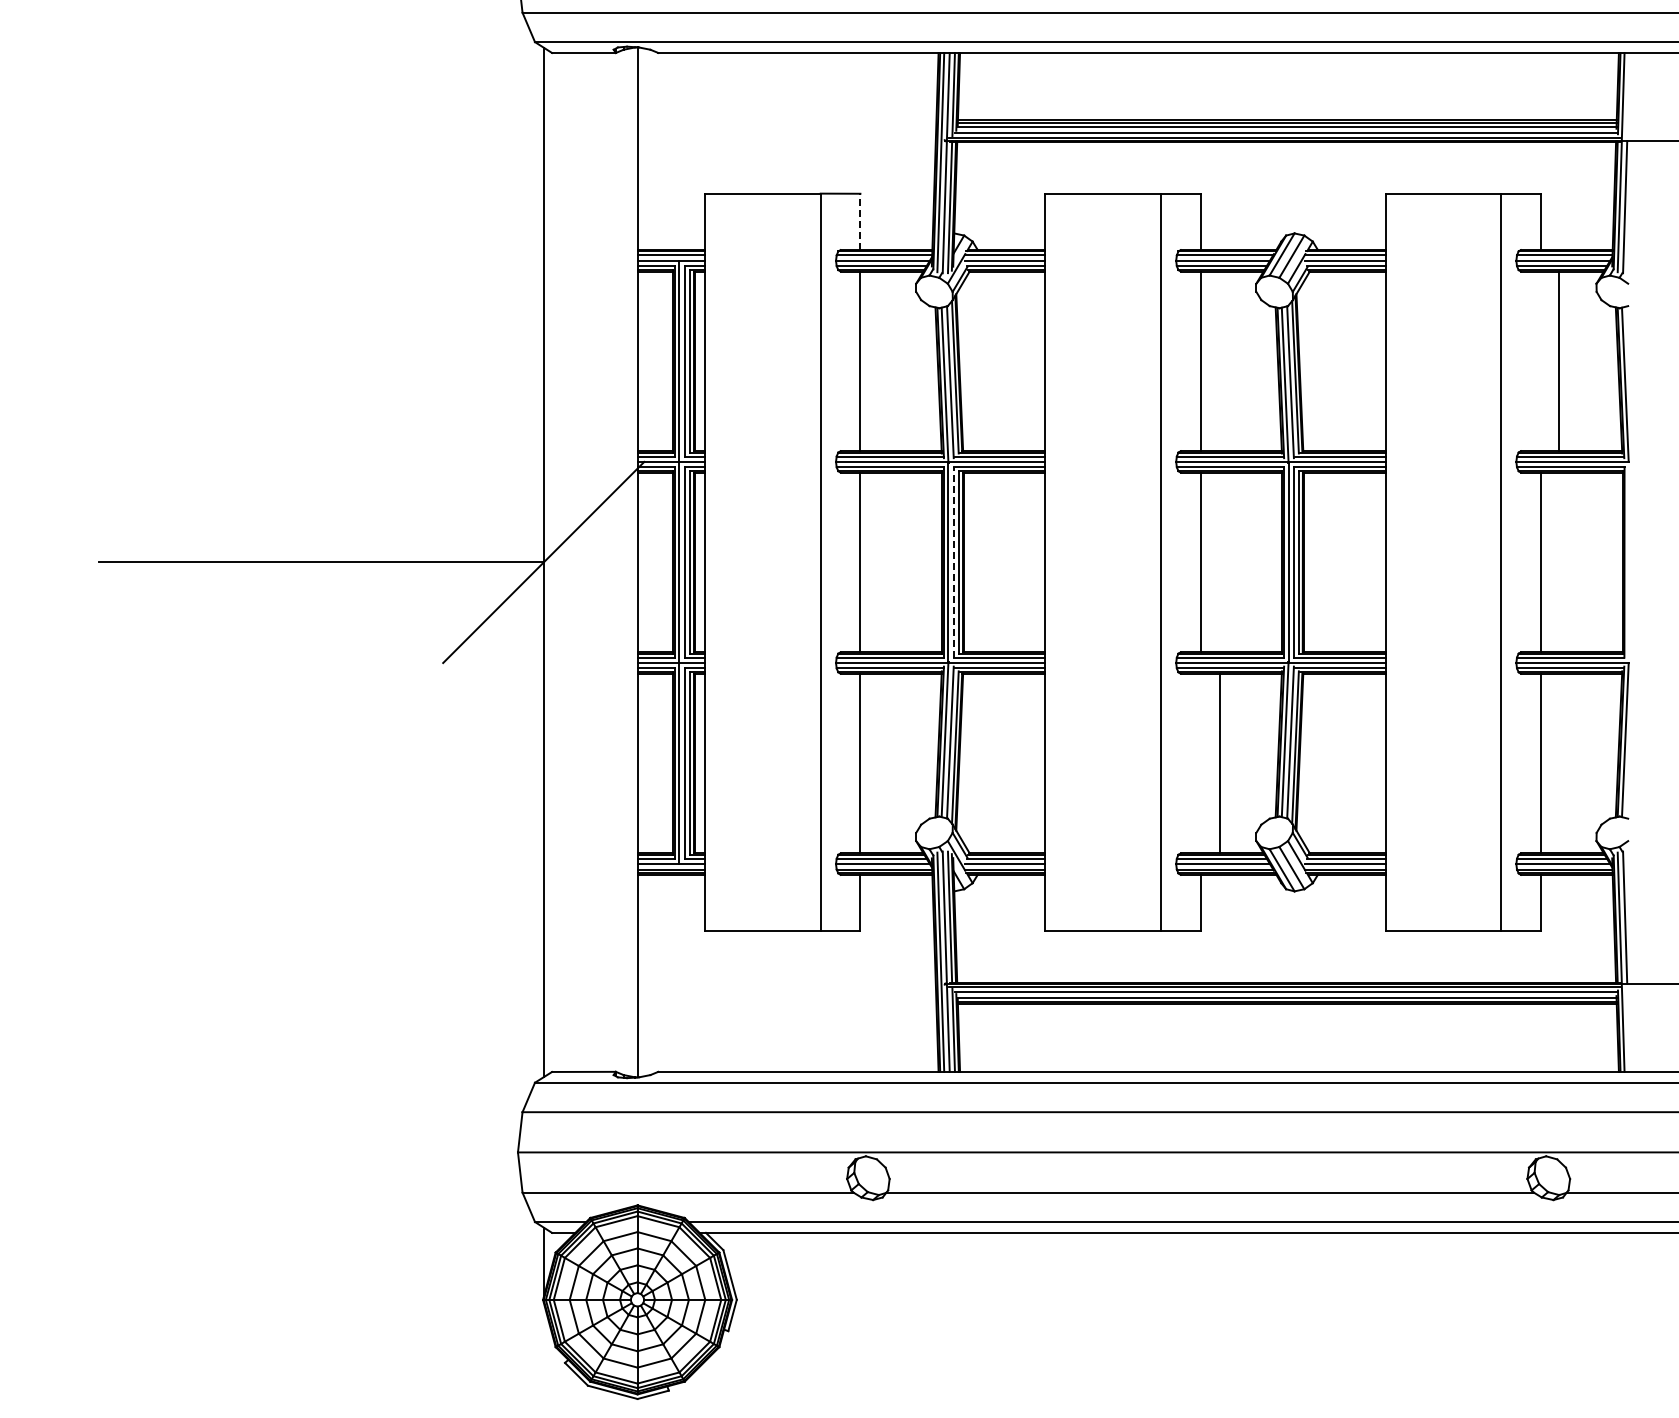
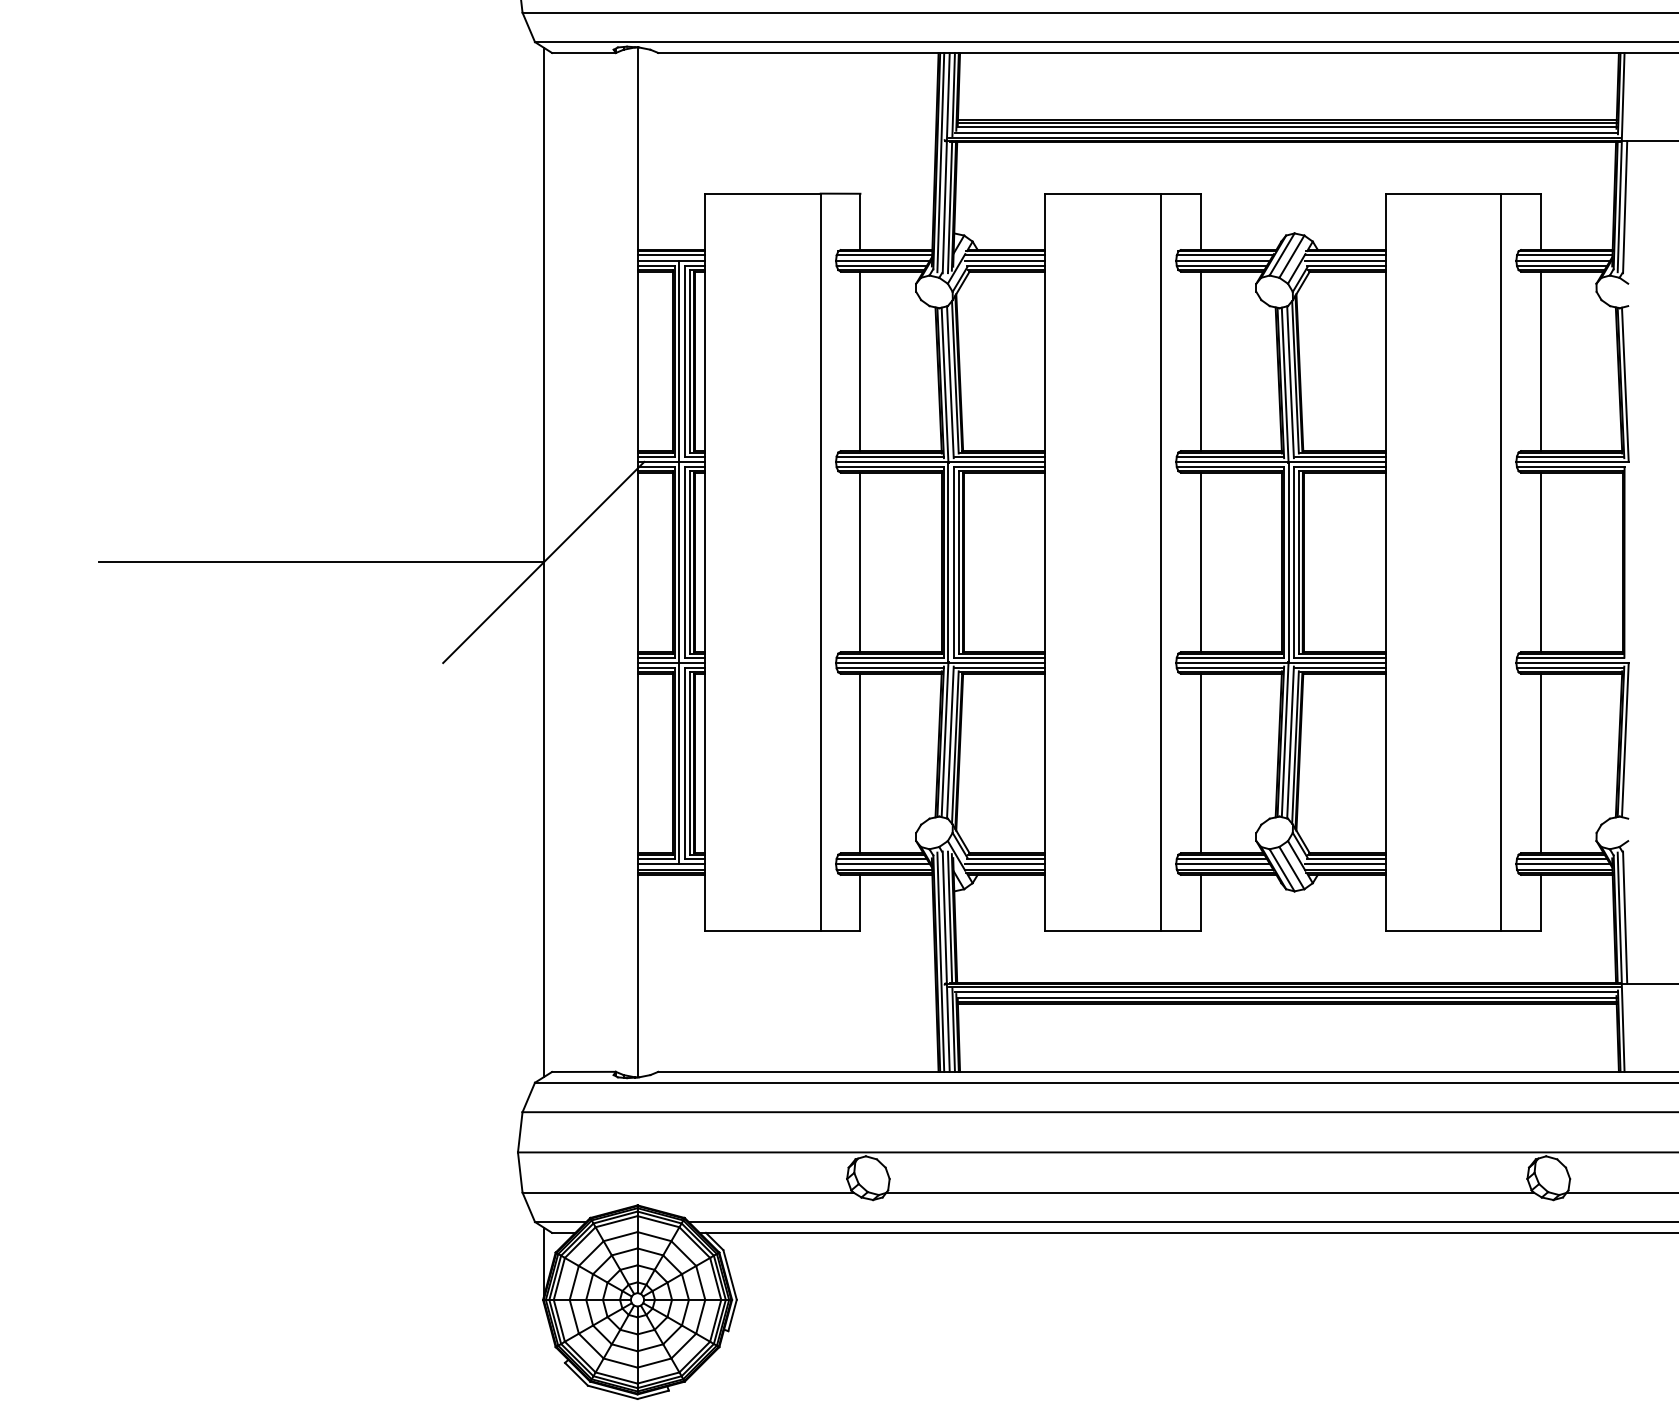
line at (860, 221): dashed -> solid
line at (1558, 361) position: (1558, 361) -> (1540, 361)
line at (953, 561): dashed -> solid
line at (1219, 763) position: (1219, 763) -> (1200, 763)
